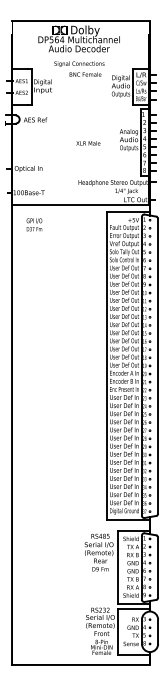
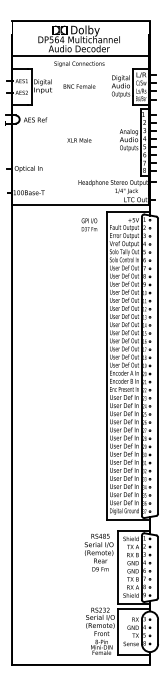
line at (81, 56): none -> present
text at (85, 74) position: (85, 74) -> (79, 86)
text at (88, 143) position: (88, 143) -> (79, 140)
text at (34, 224) position: (34, 224) -> (89, 224)
